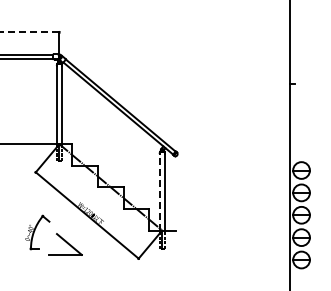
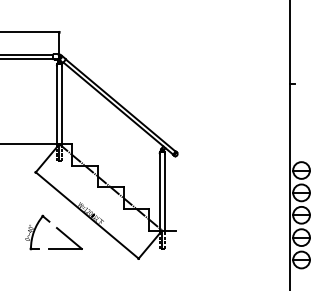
line at (29, 32): dashed -> solid
line at (160, 190): dashed -> solid
part at (65, 244) position: (65, 244) -> (65, 238)
